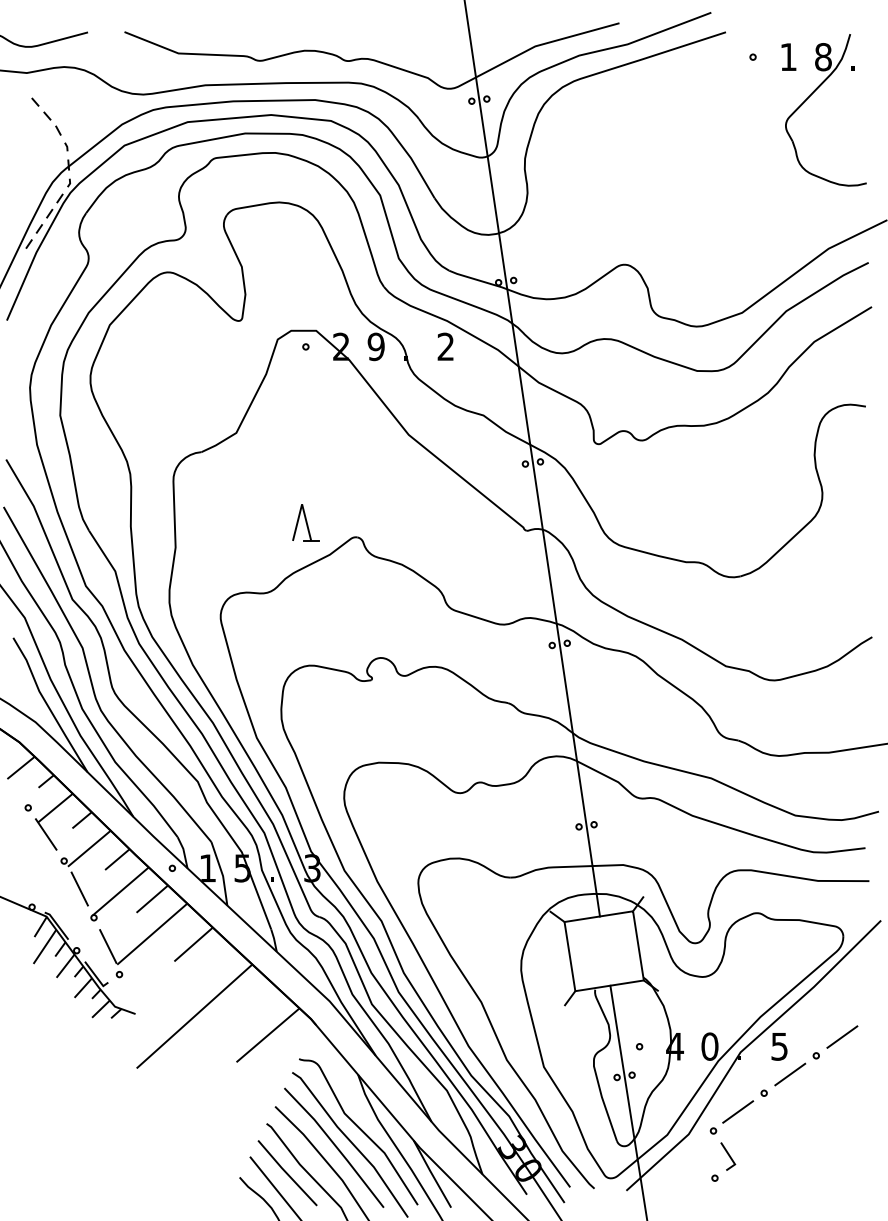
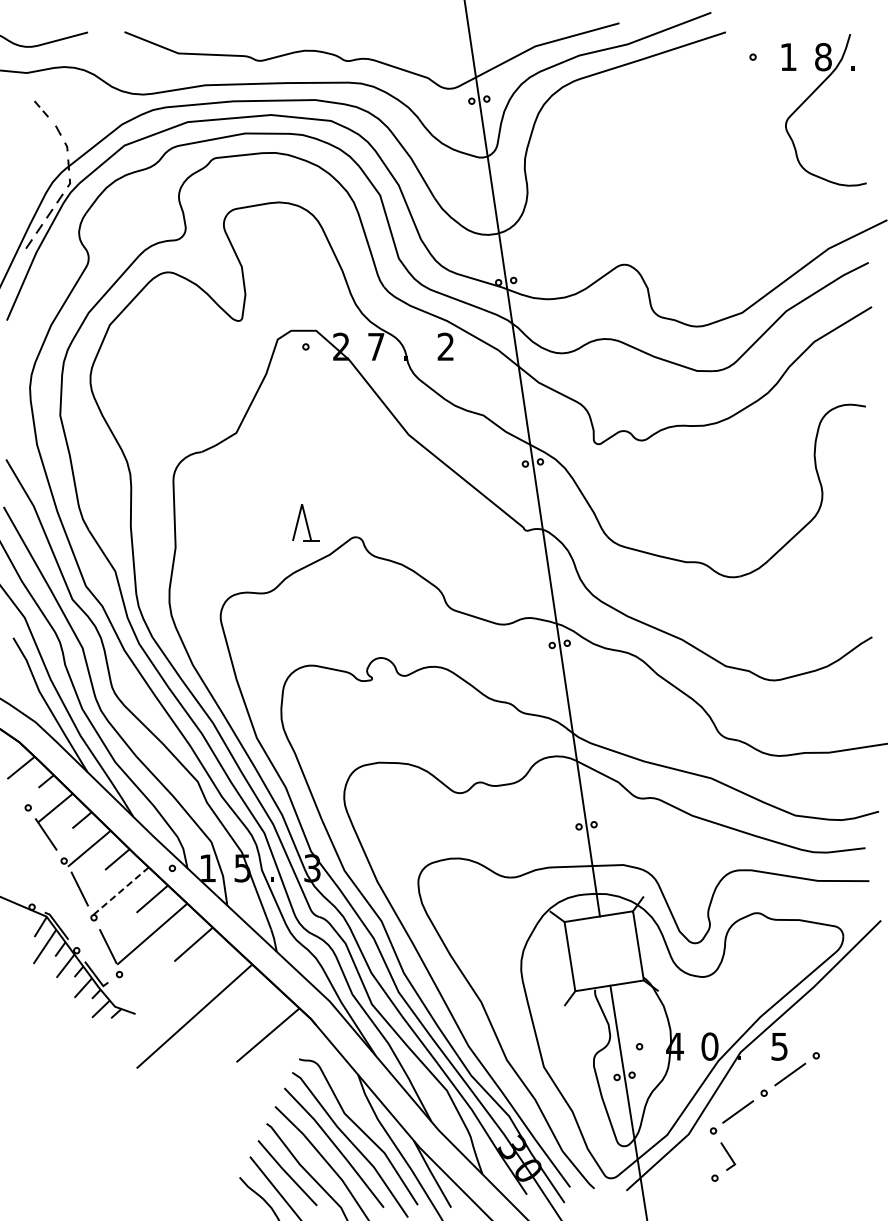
part at (41, 108) size: 21x24 px -> 15x18 px
text at (375, 346): 9 -> 7
line at (120, 891): solid -> dashed
line at (842, 1036): present -> none
